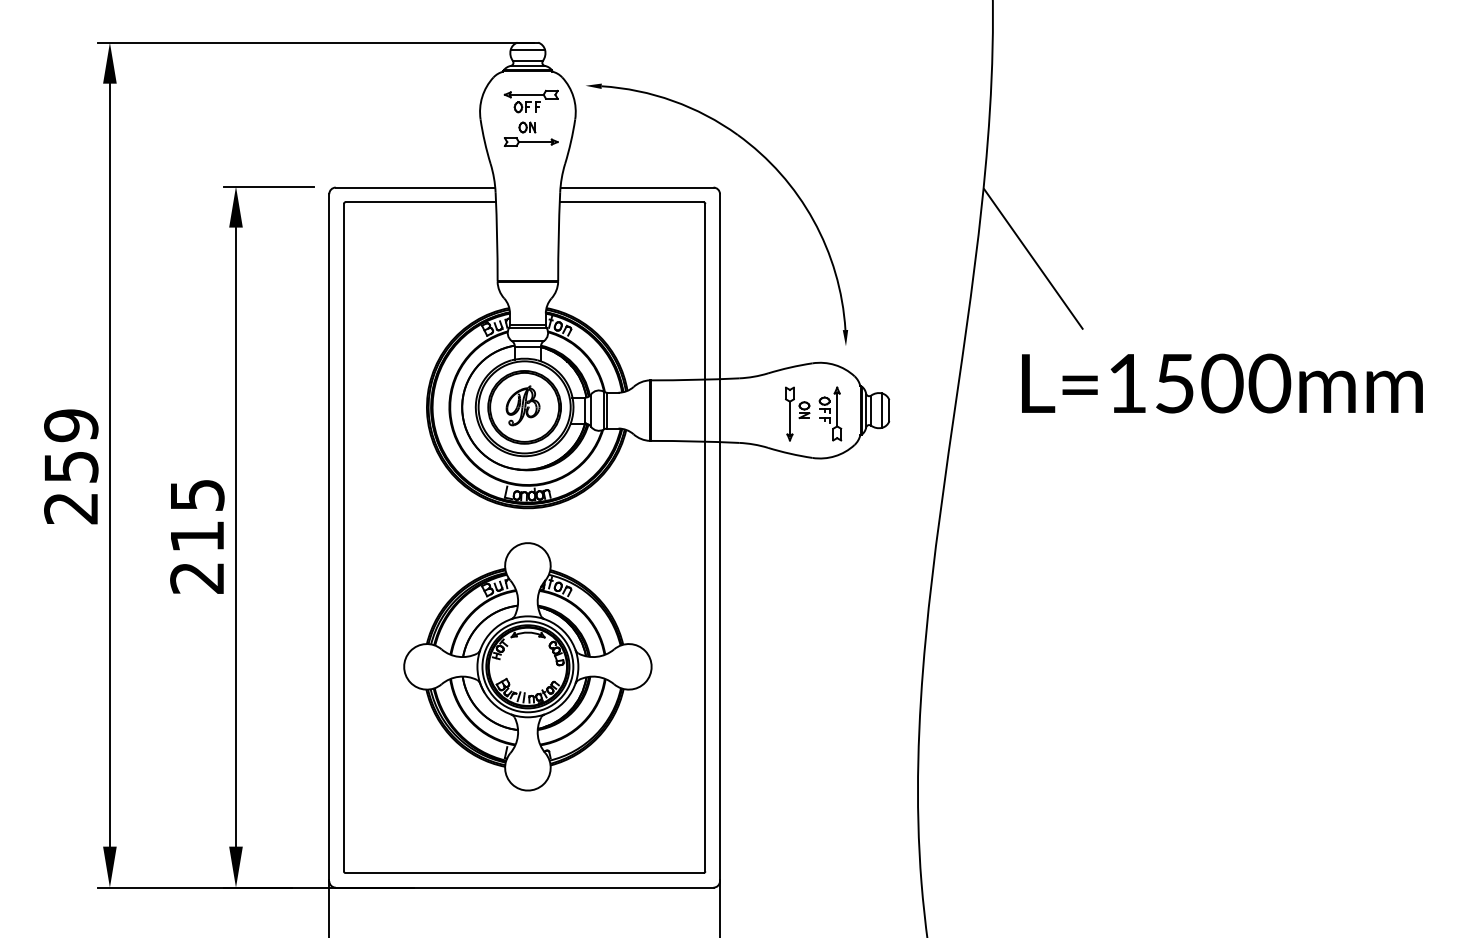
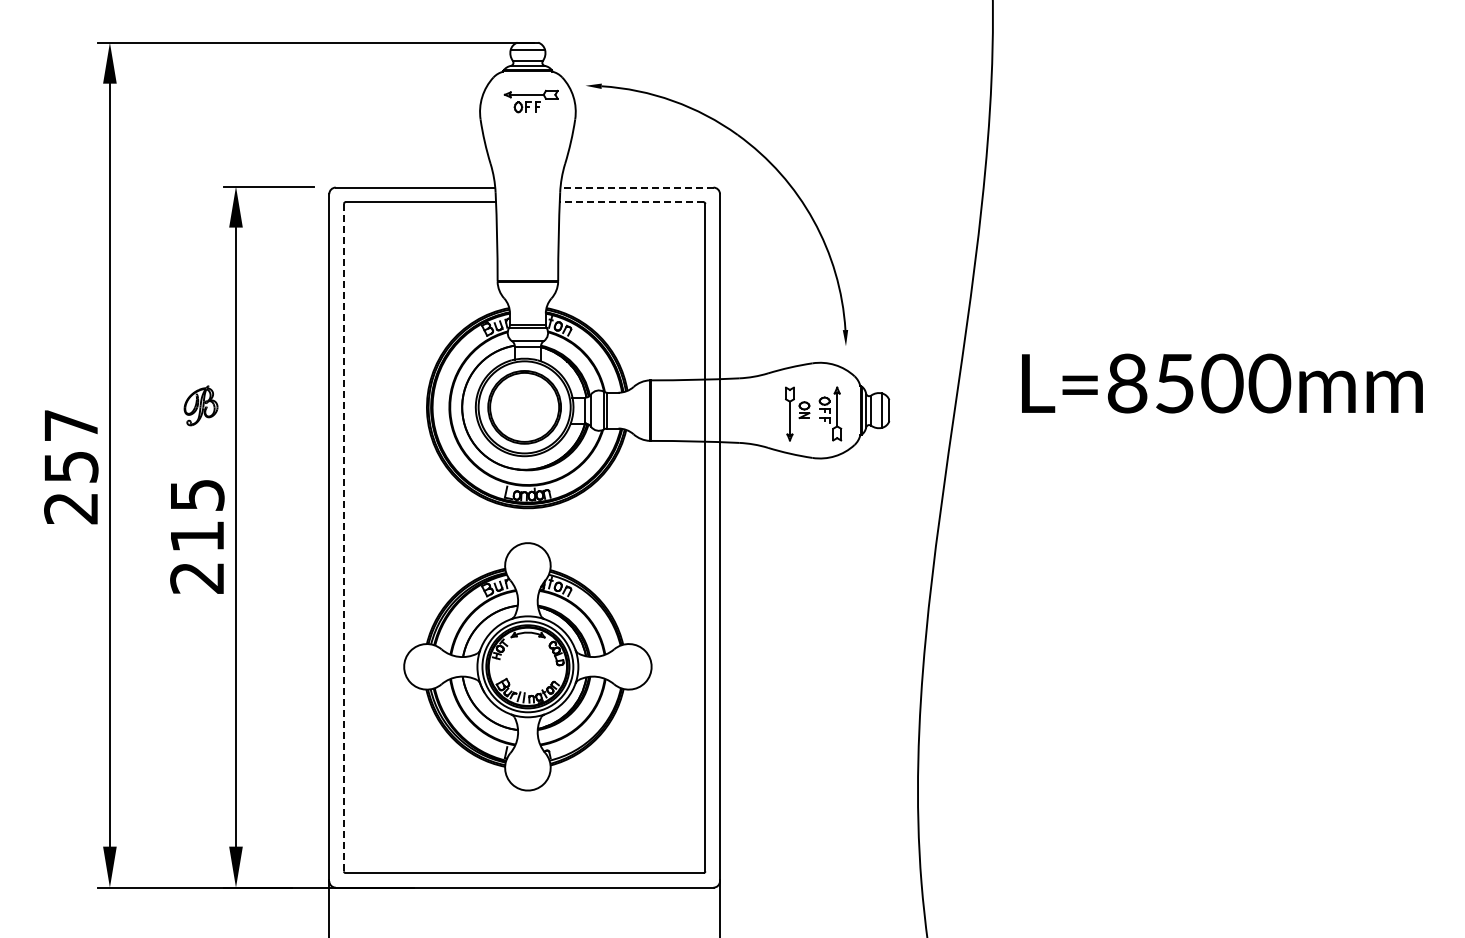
part at (530, 133): present -> none
line at (636, 187): solid -> dashed
line at (631, 202): solid -> dashed
line at (1033, 258): present -> none
text at (1127, 383): L=1500mm -> L=8500mm
part at (522, 405) position: (522, 405) -> (200, 405)
text at (71, 425): 259 -> 257
line at (343, 537): solid -> dashed
